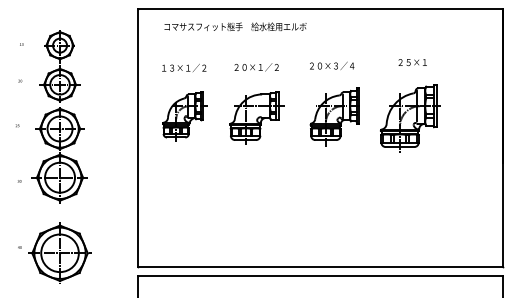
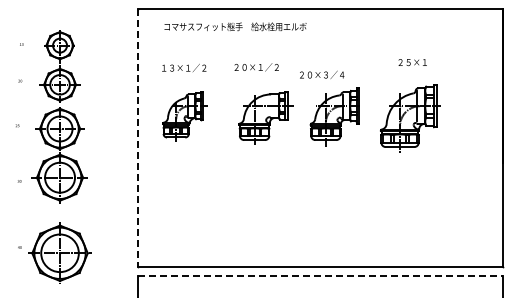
text at (332, 65) position: (332, 65) -> (322, 74)
part at (256, 117) position: (256, 117) -> (265, 117)
line at (138, 138): solid -> dashed
line at (320, 275): solid -> dashed
